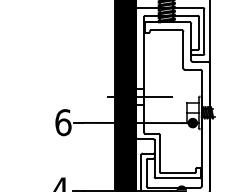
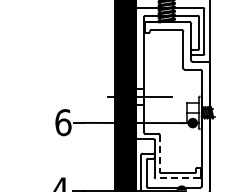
line at (159, 153): solid -> dashed
line at (177, 178): solid -> dashed
